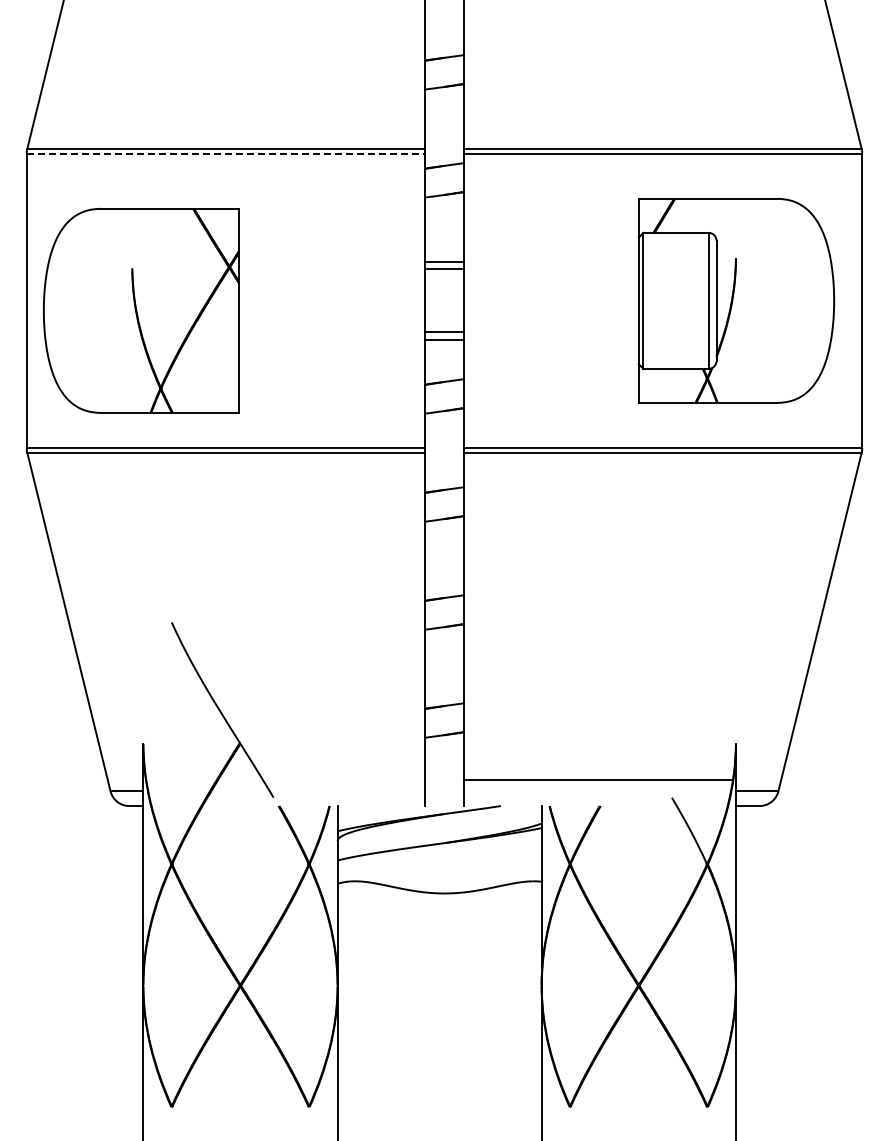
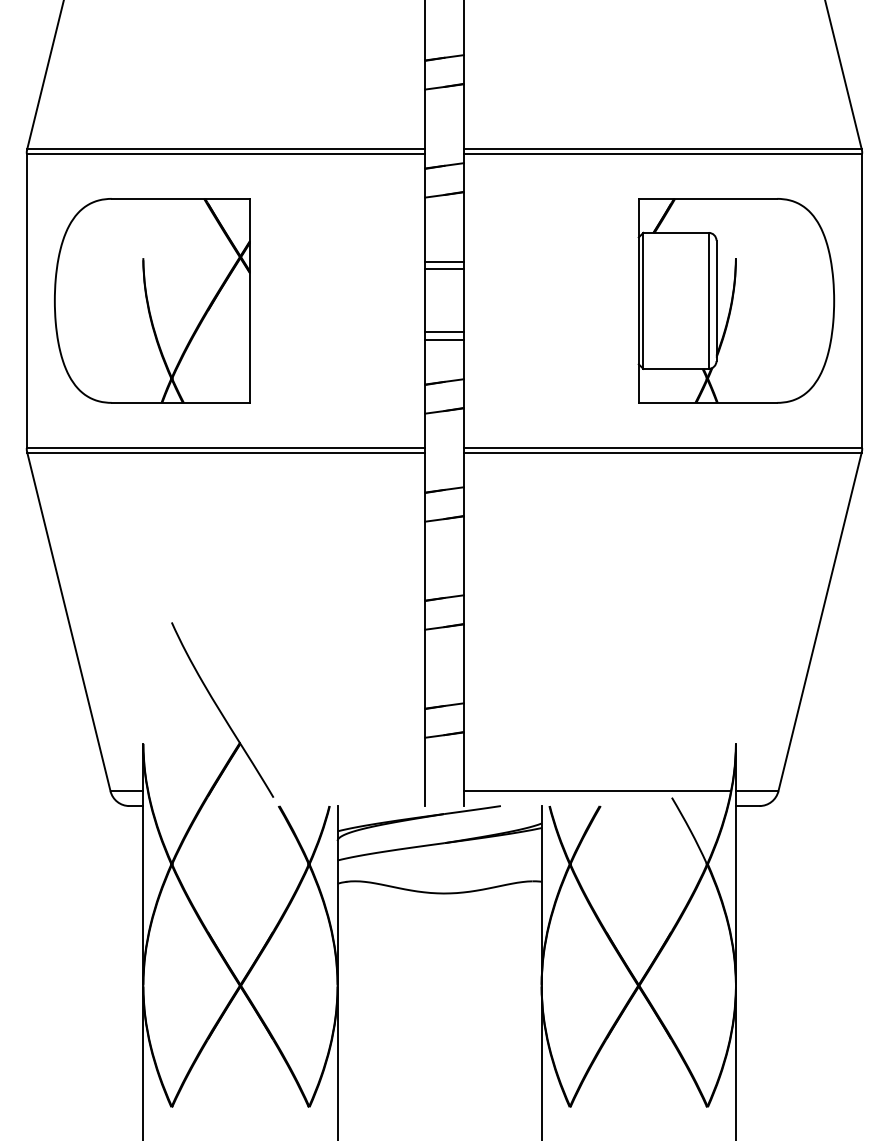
line at (226, 153): dashed -> solid
part at (141, 310) position: (141, 310) -> (152, 300)
line at (597, 780) position: (597, 780) -> (597, 791)
